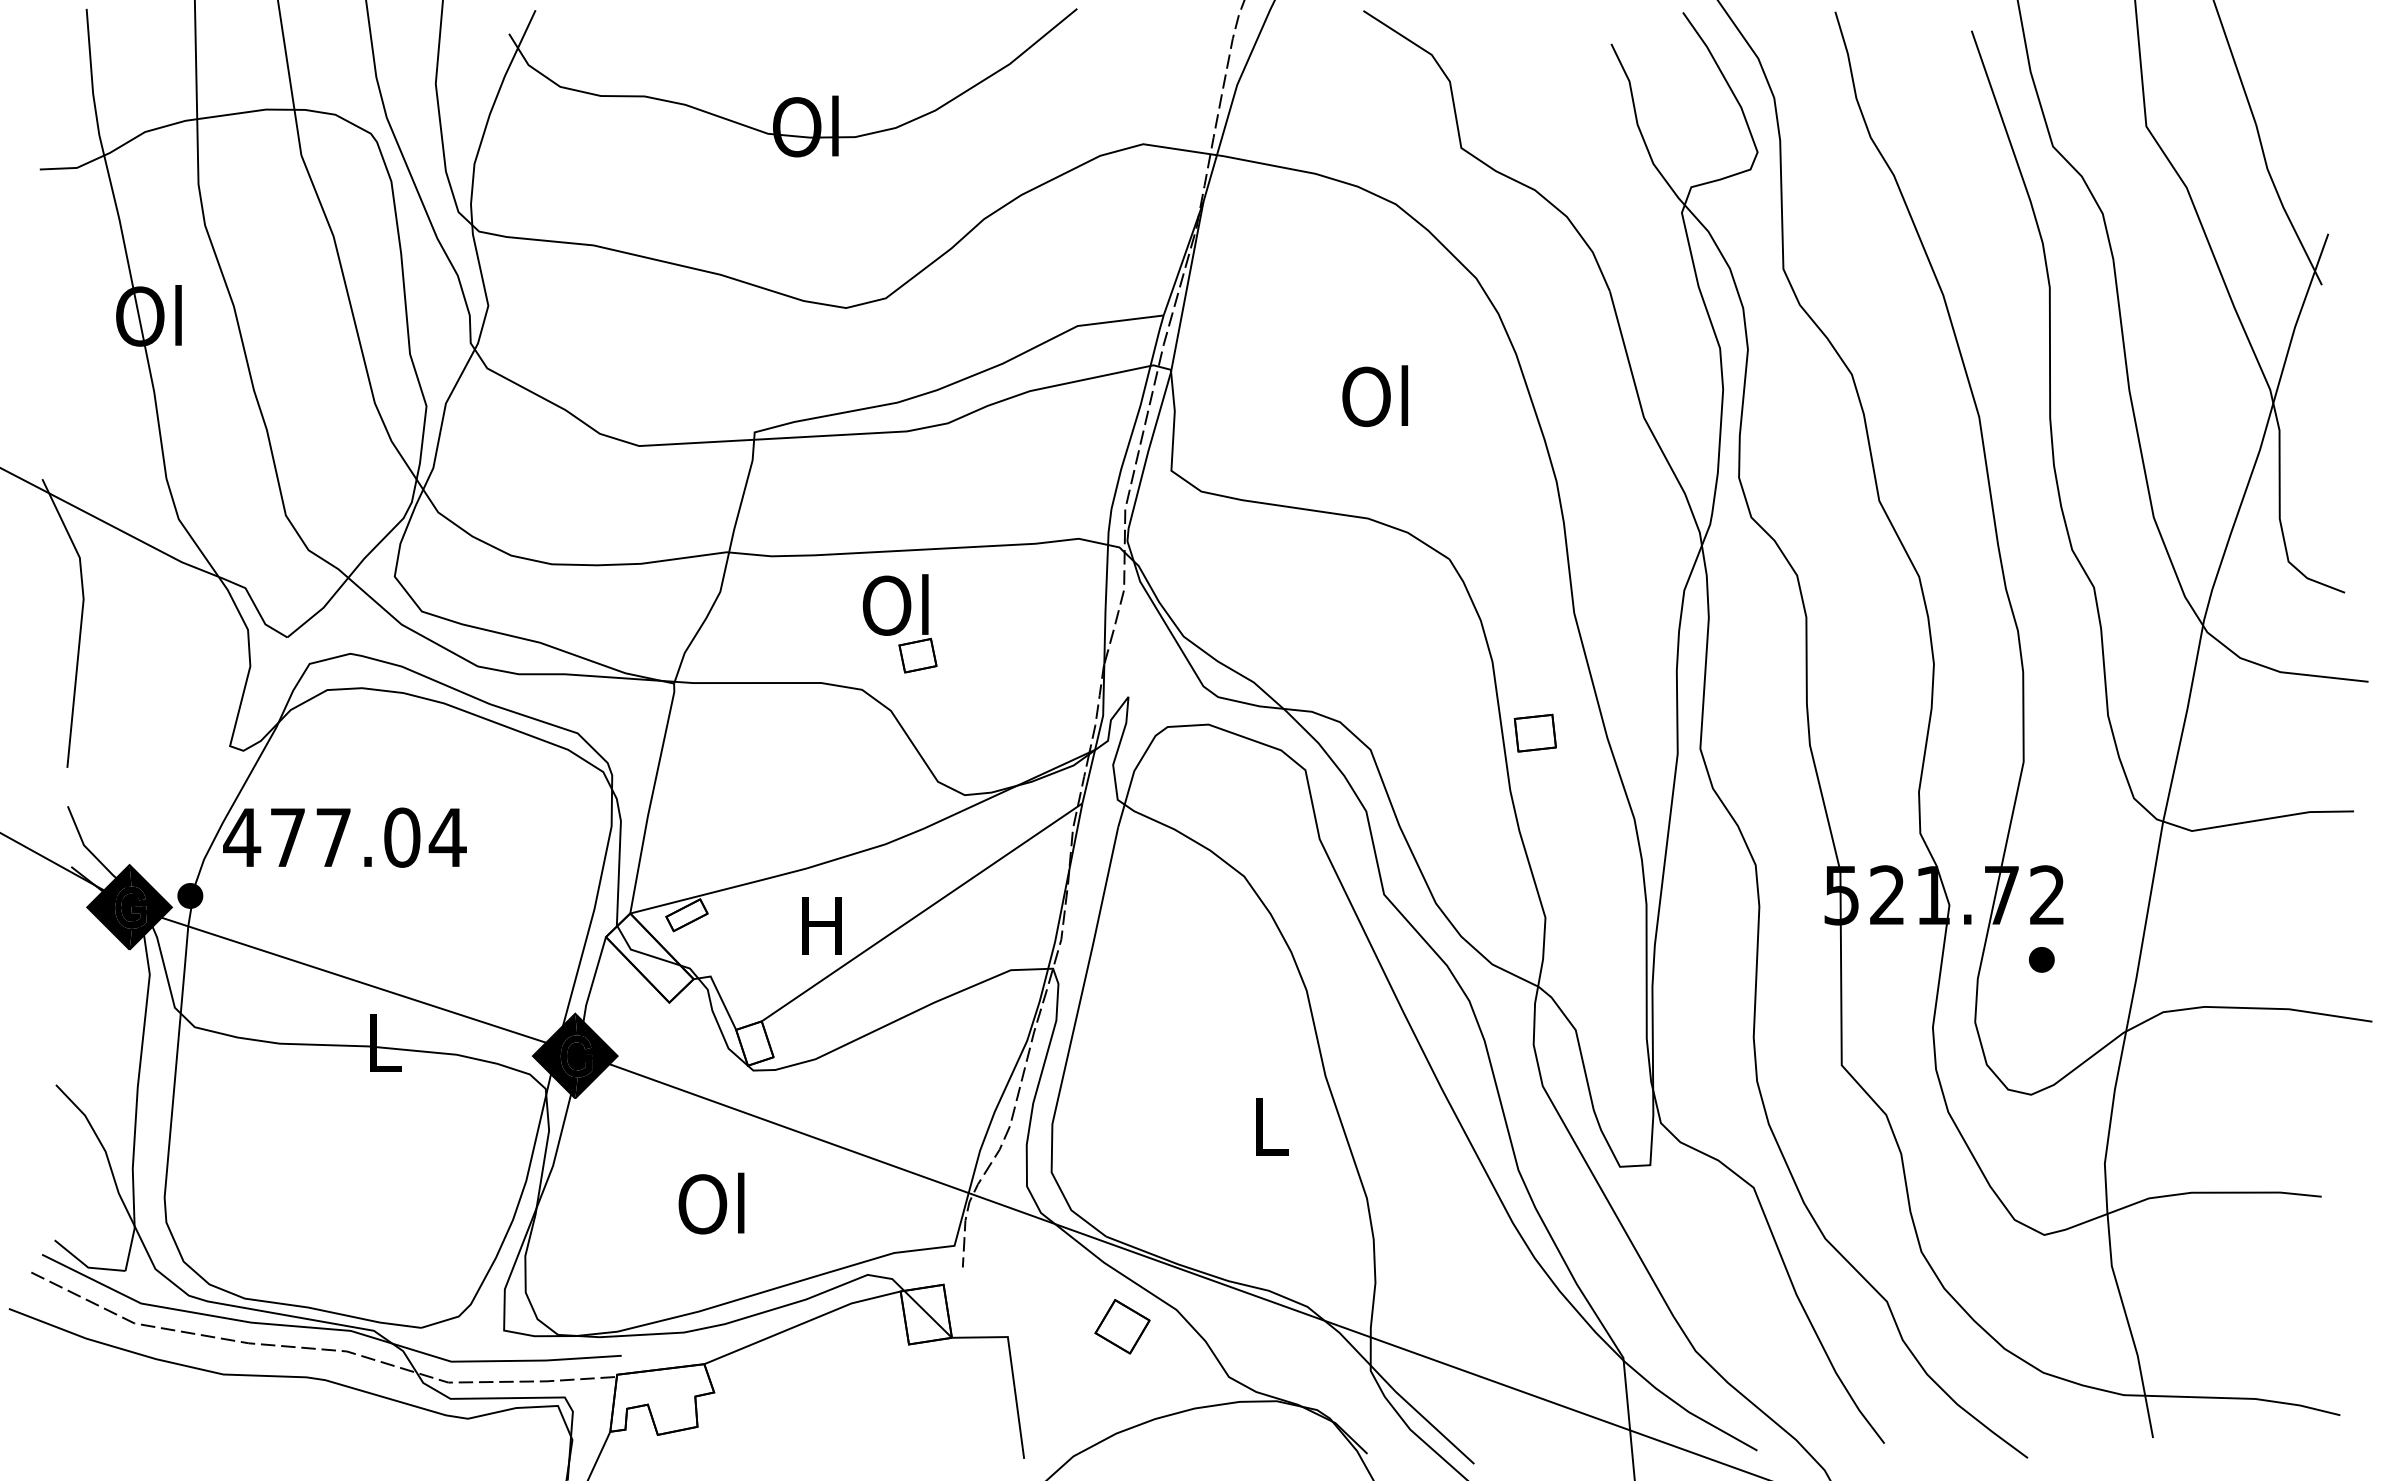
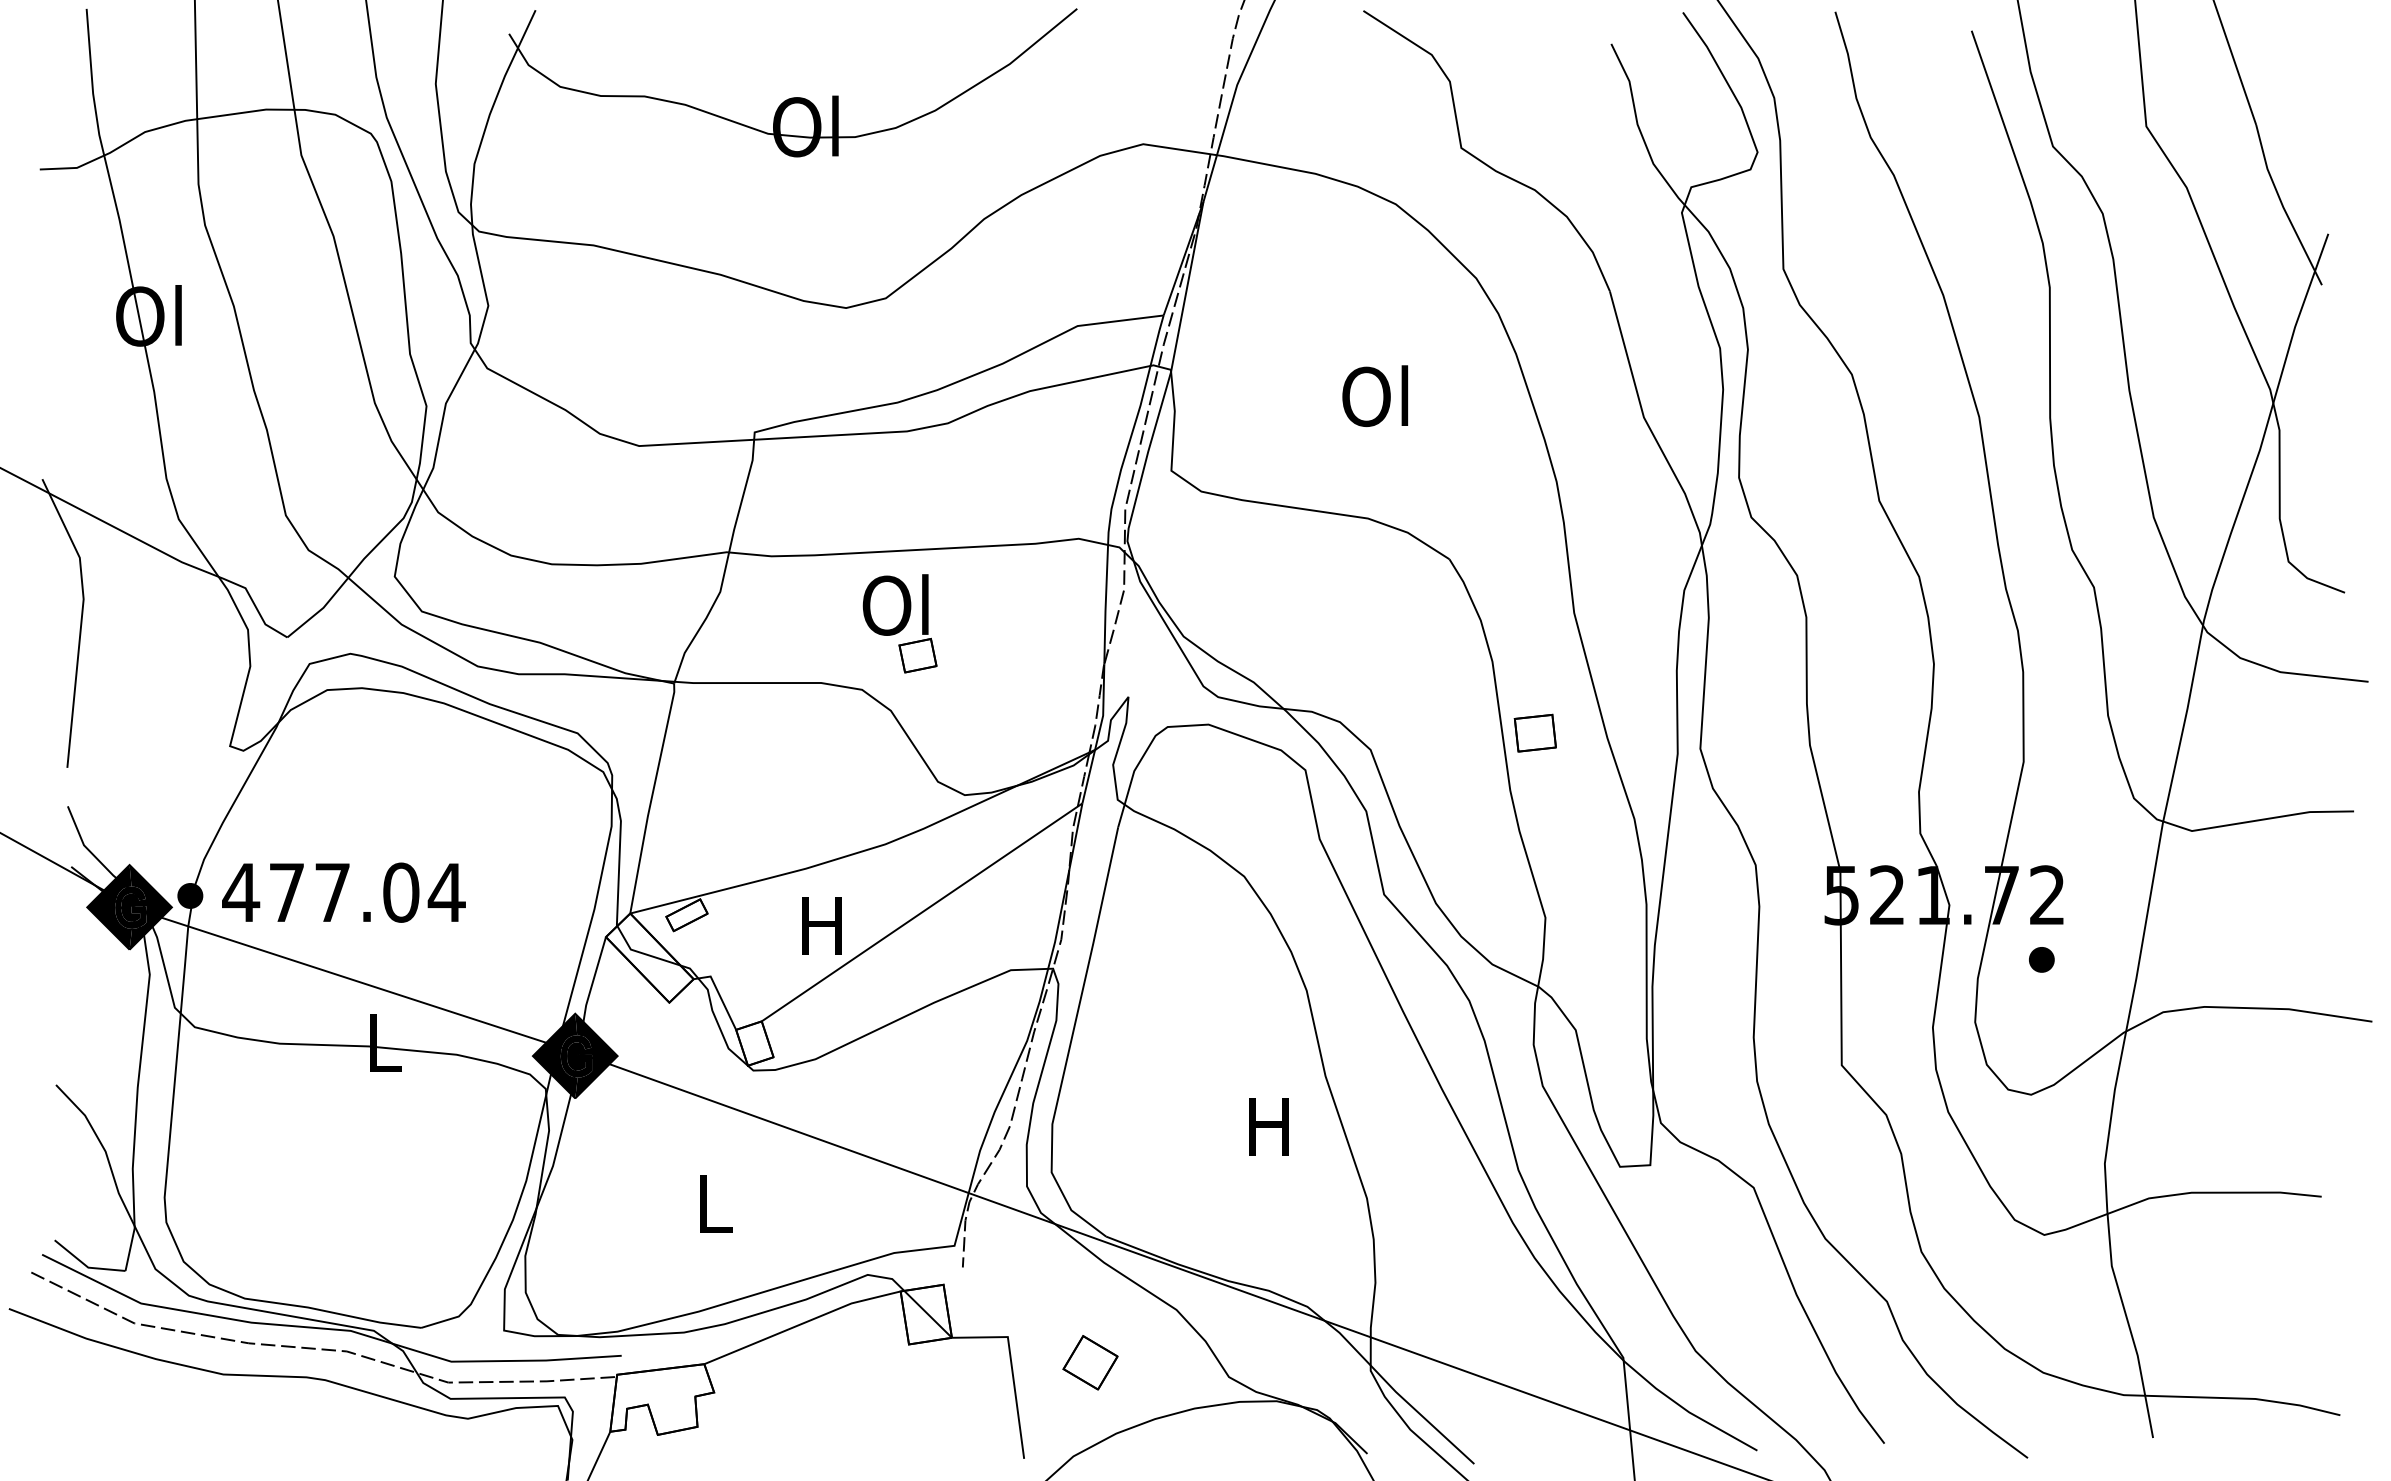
text at (344, 837) position: (344, 837) -> (343, 892)
text at (1268, 1126): L -> H
text at (711, 1203): Ol -> L
part at (1122, 1326) position: (1122, 1326) -> (1090, 1362)
